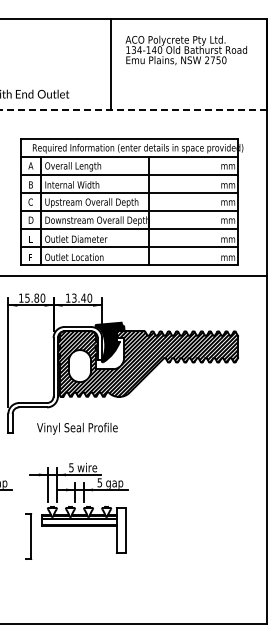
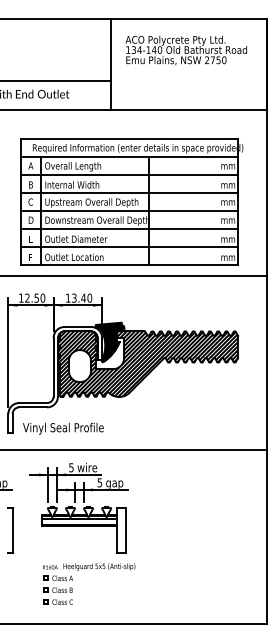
line at (56, 80): none -> present
line at (133, 109): dashed -> solid
text at (32, 297): 15.80 -> 12.50
text at (77, 428) position: (77, 428) -> (63, 428)
line at (134, 449): none -> present
part at (28, 536) position: (28, 536) -> (10, 530)
part at (90, 568): none -> present
